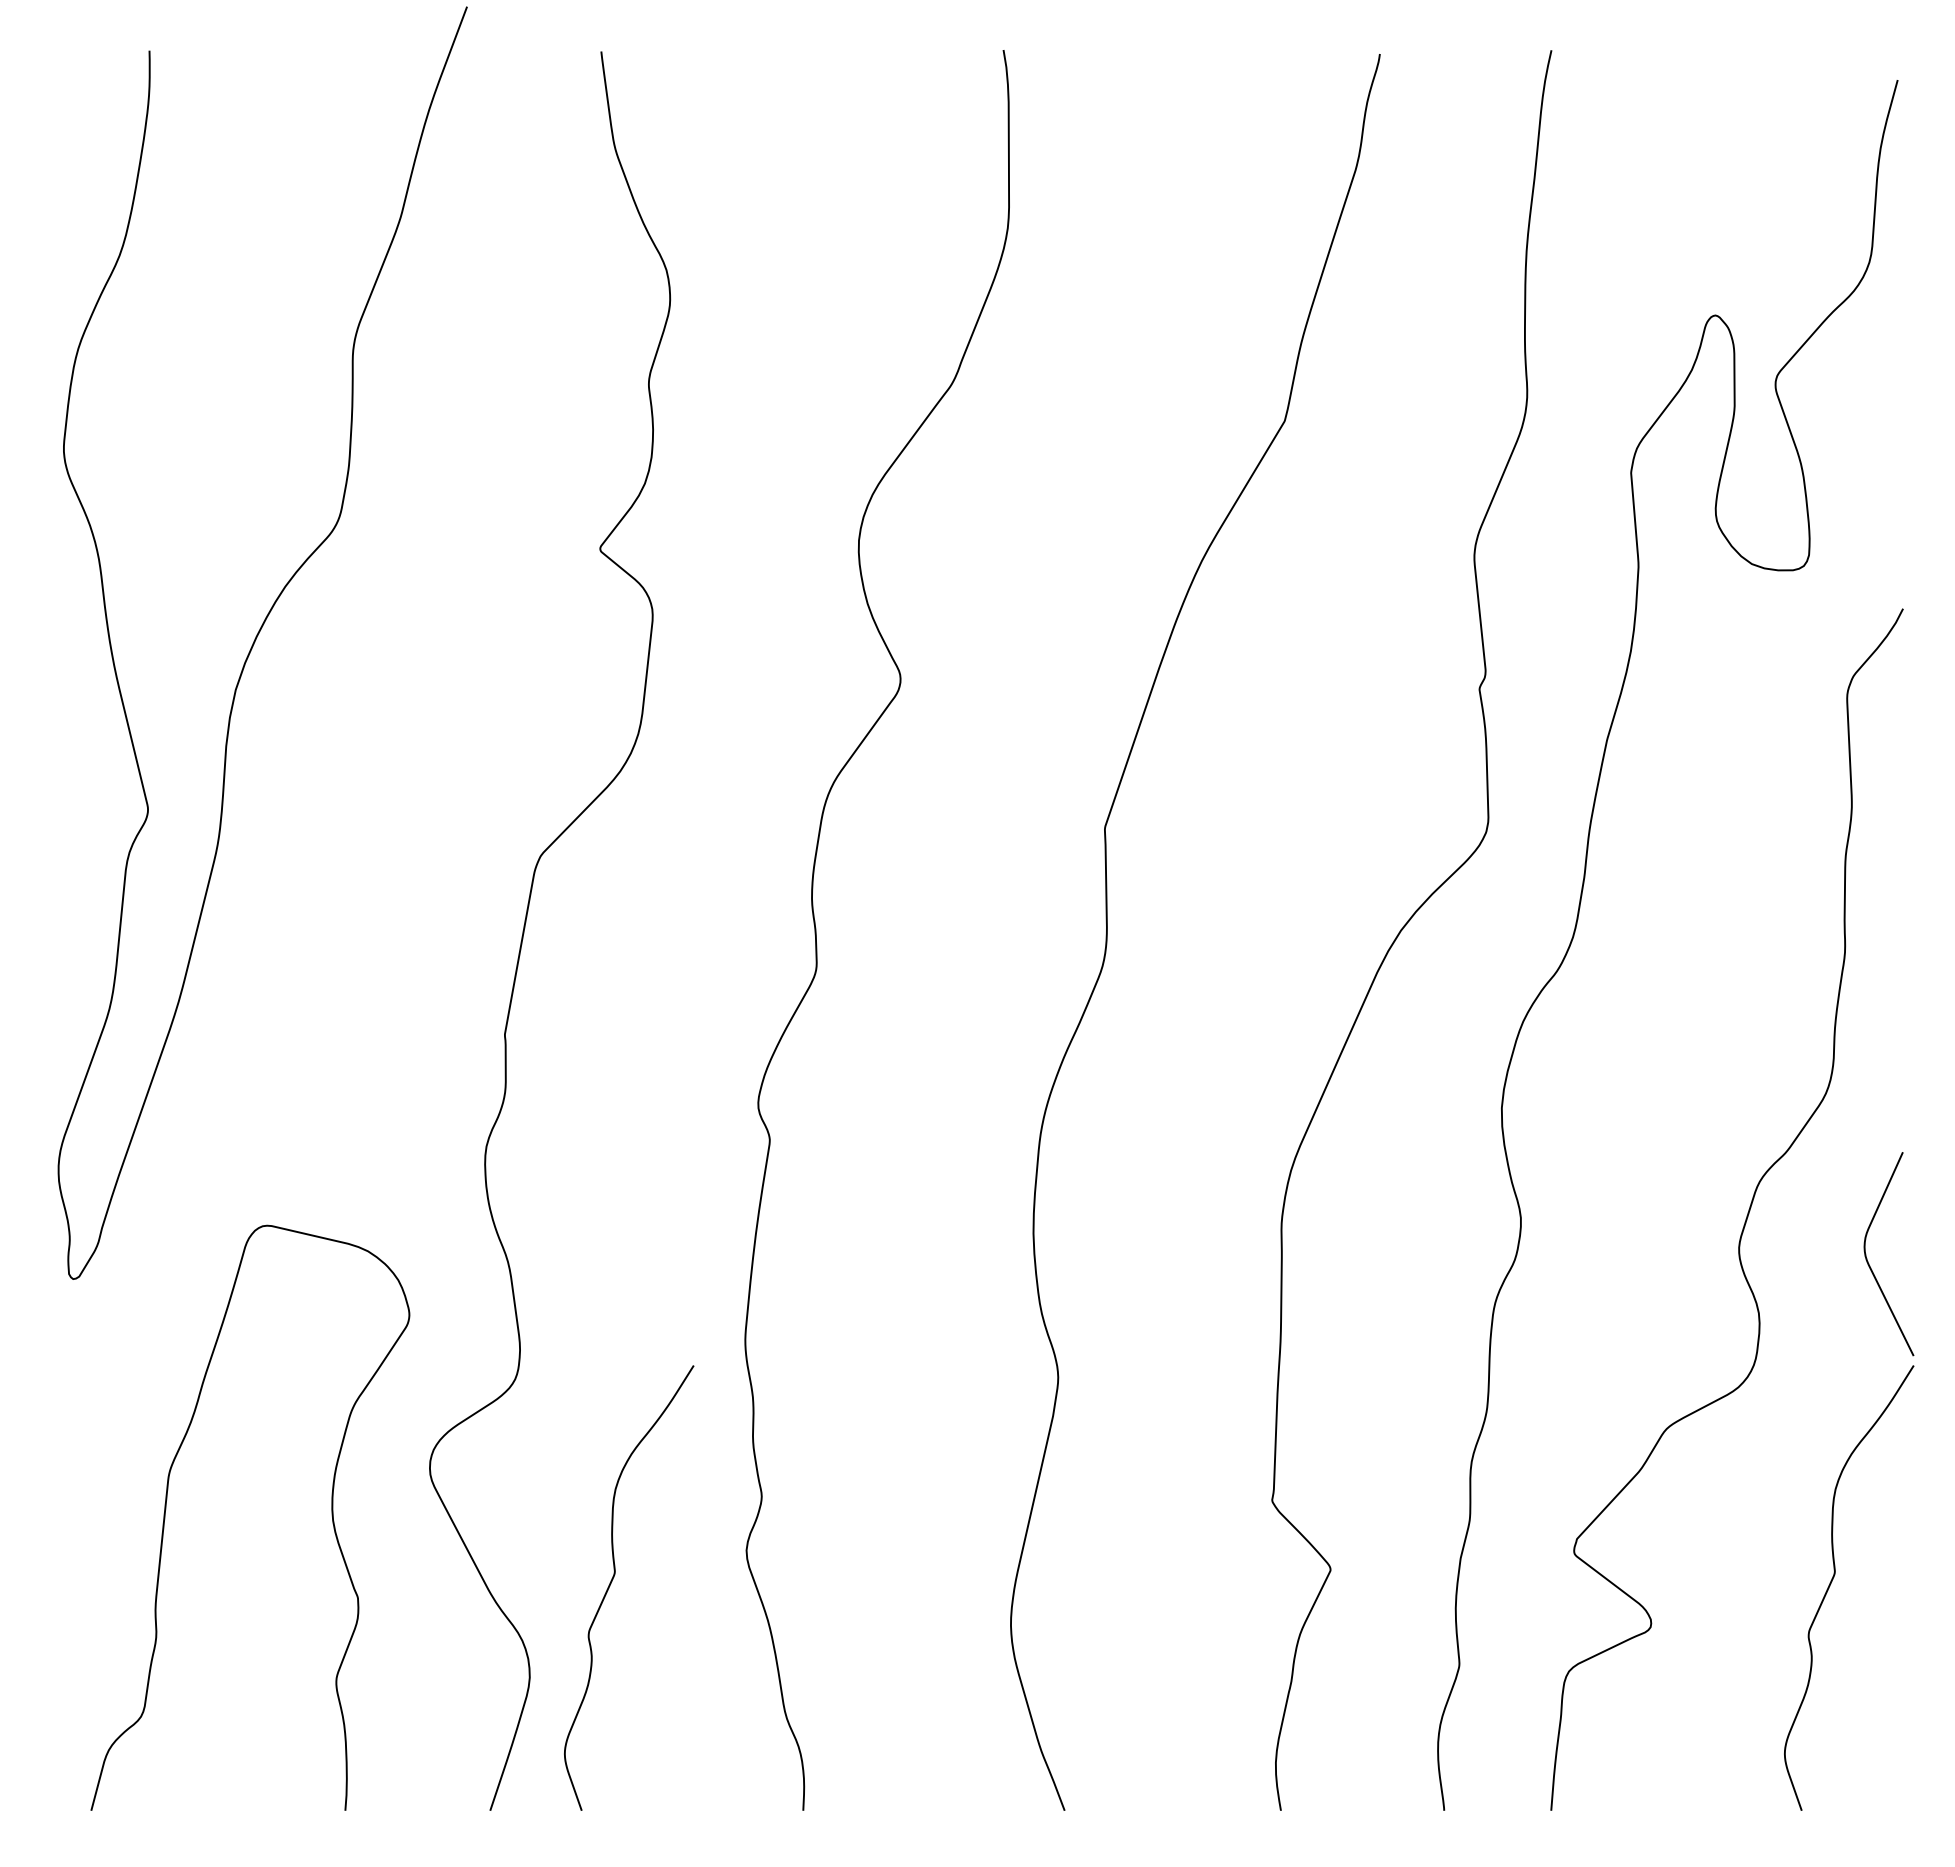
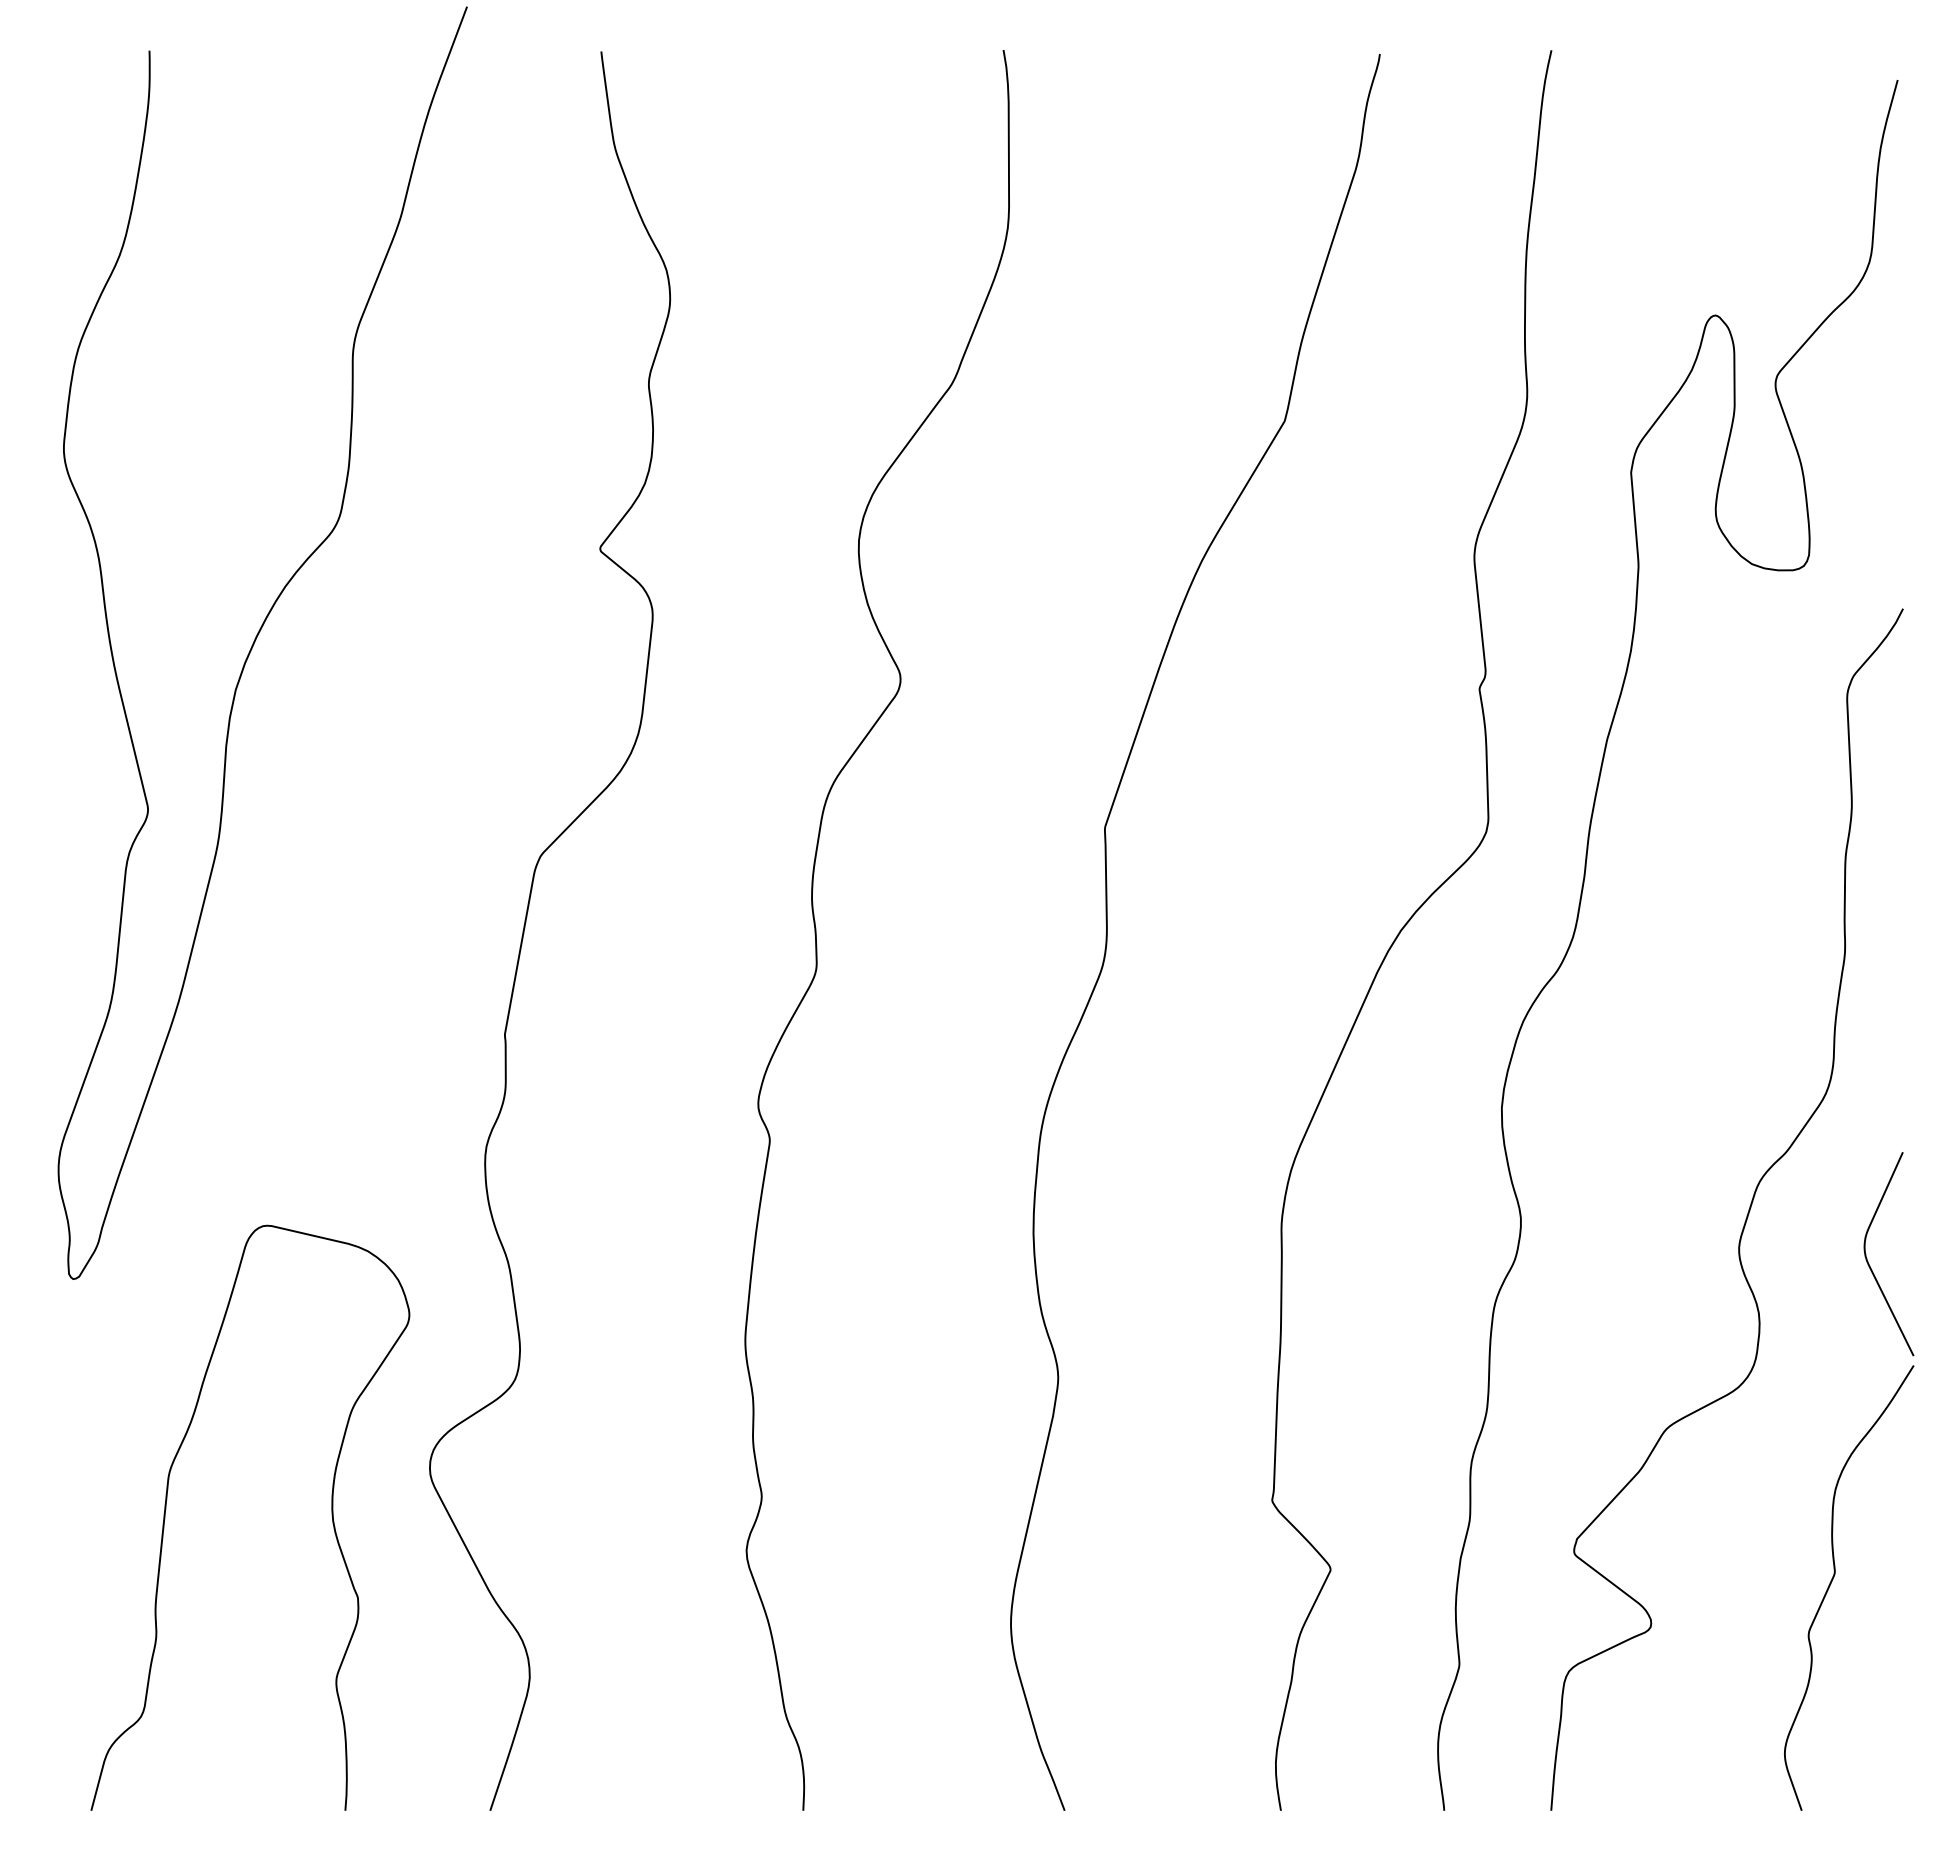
curve at (613, 1579): present -> none
